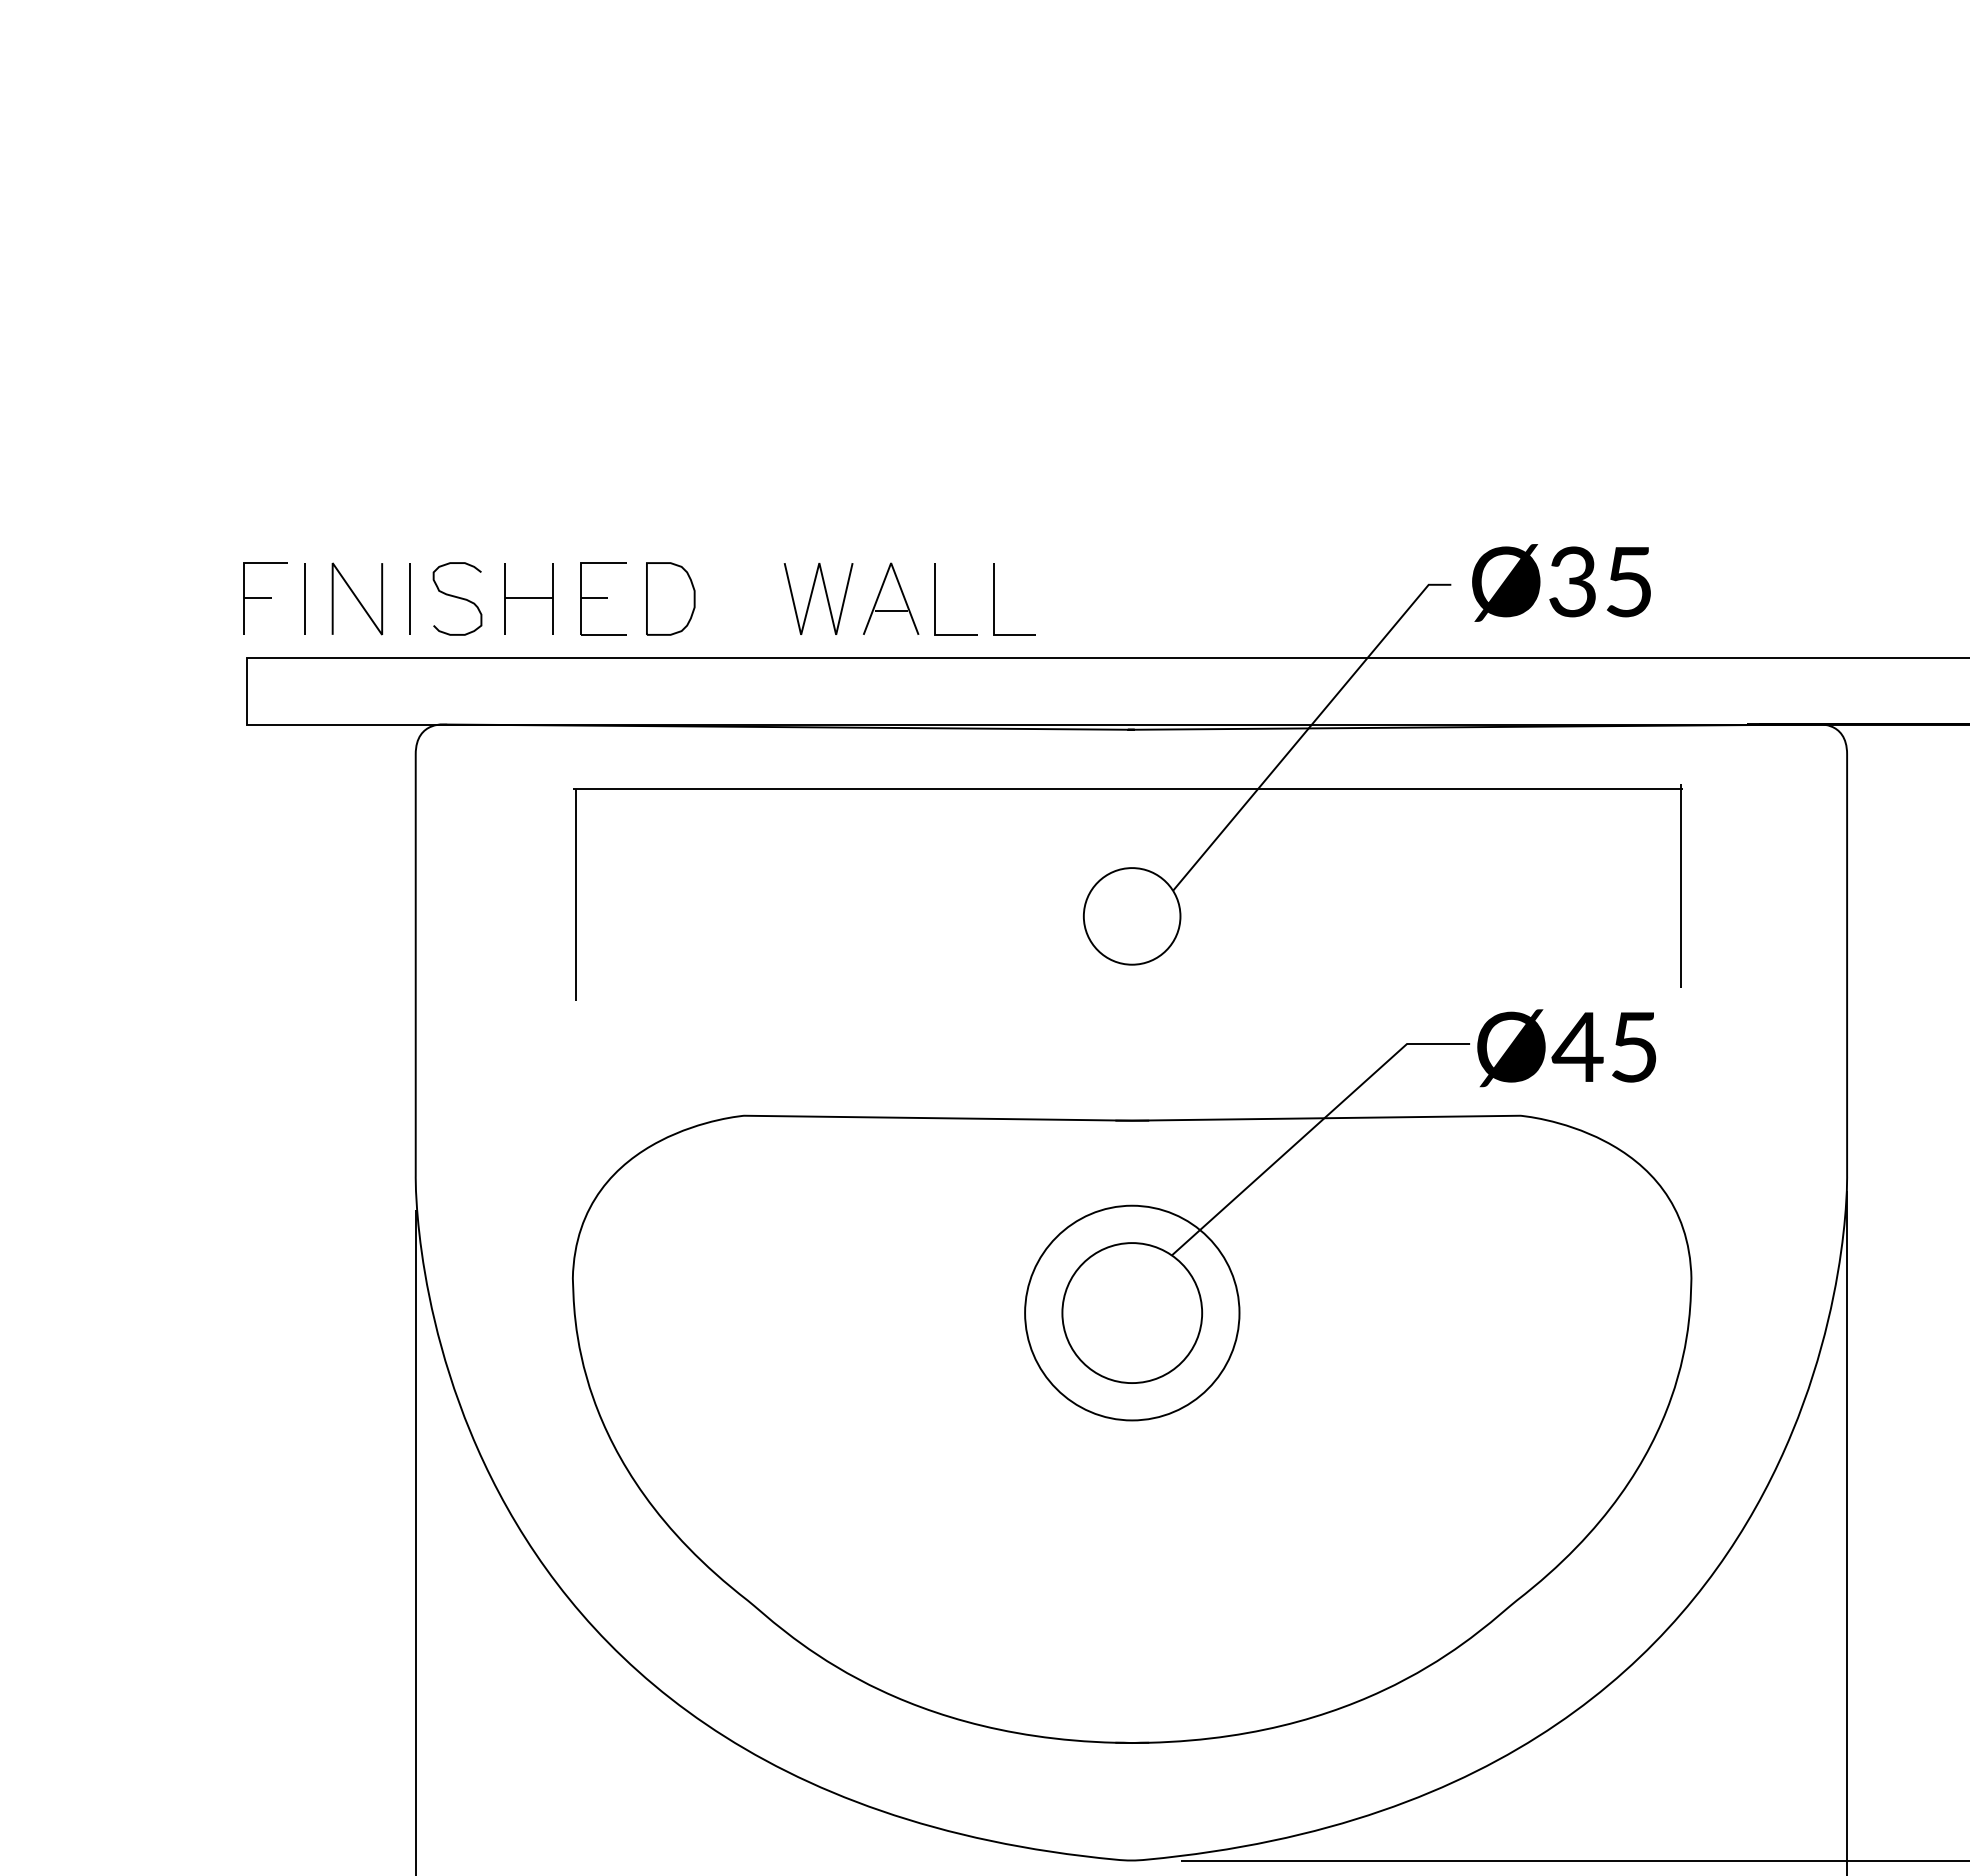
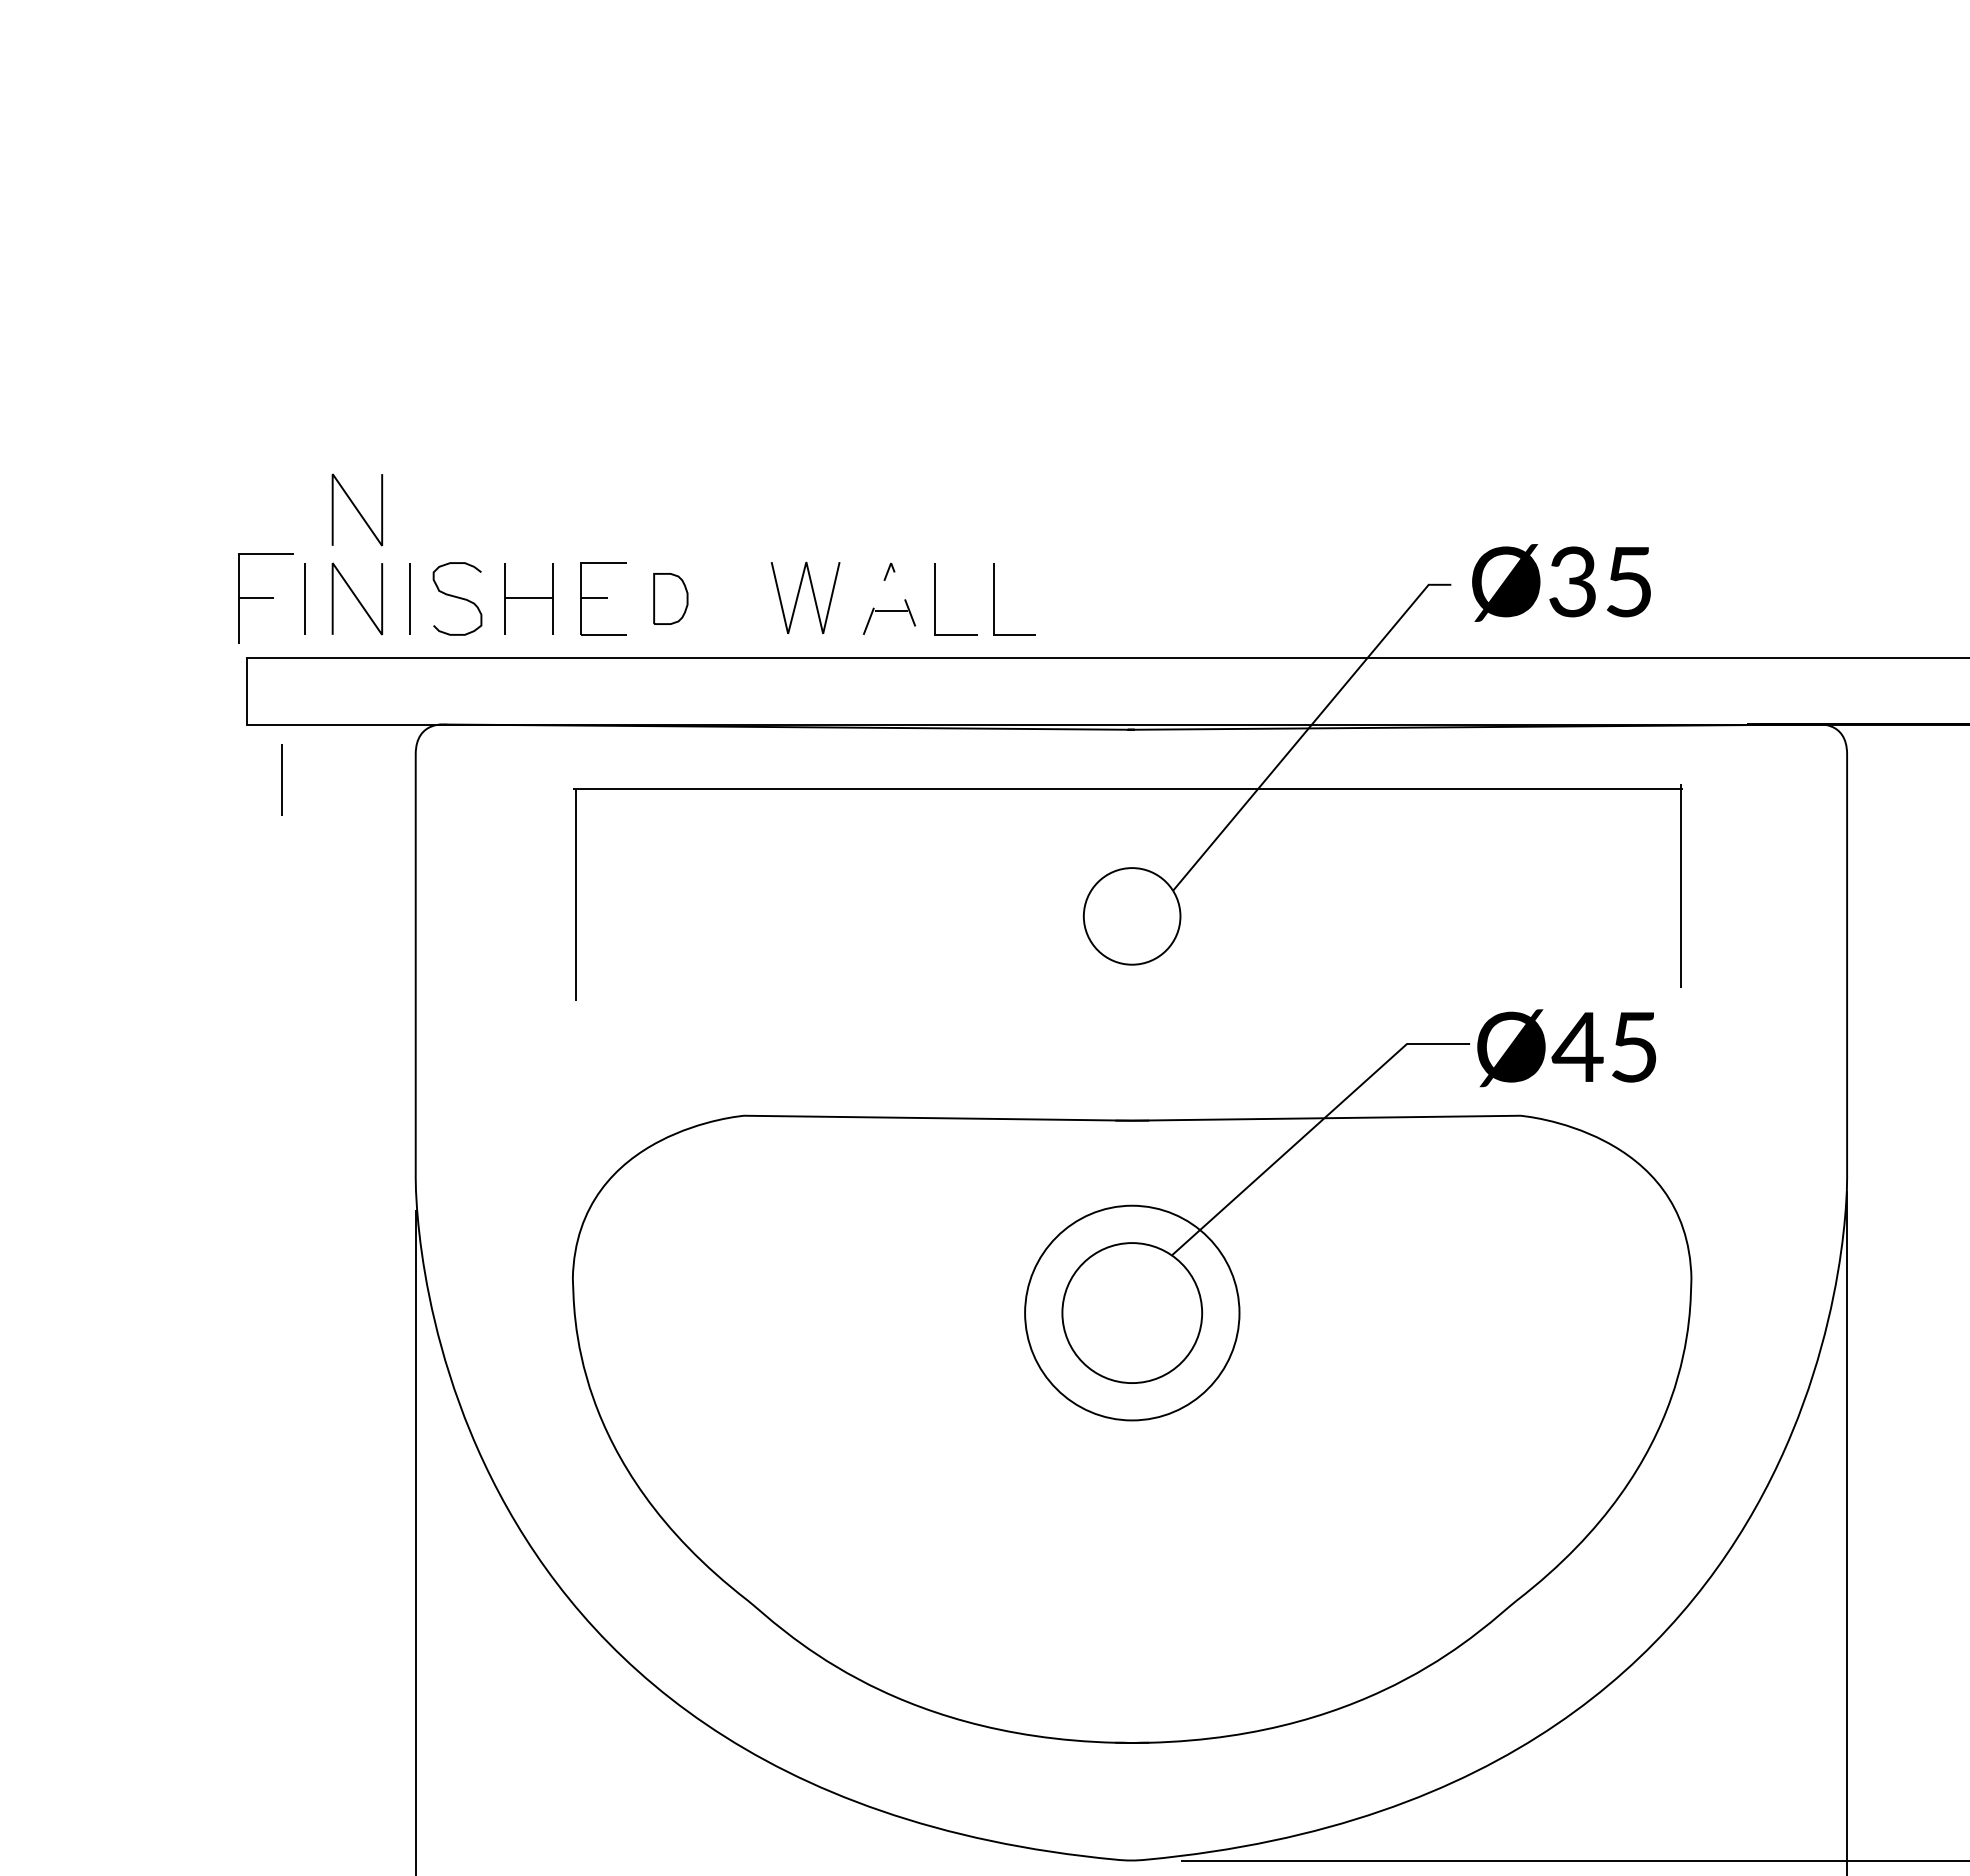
line at (357, 509): none -> present
line at (891, 563): solid -> dashed
line at (812, 595) position: (812, 595) -> (799, 594)
part at (265, 598) size: 45x73 px -> 56x91 px
part at (670, 598) size: 50x74 px -> 36x52 px
line at (281, 779): none -> present
